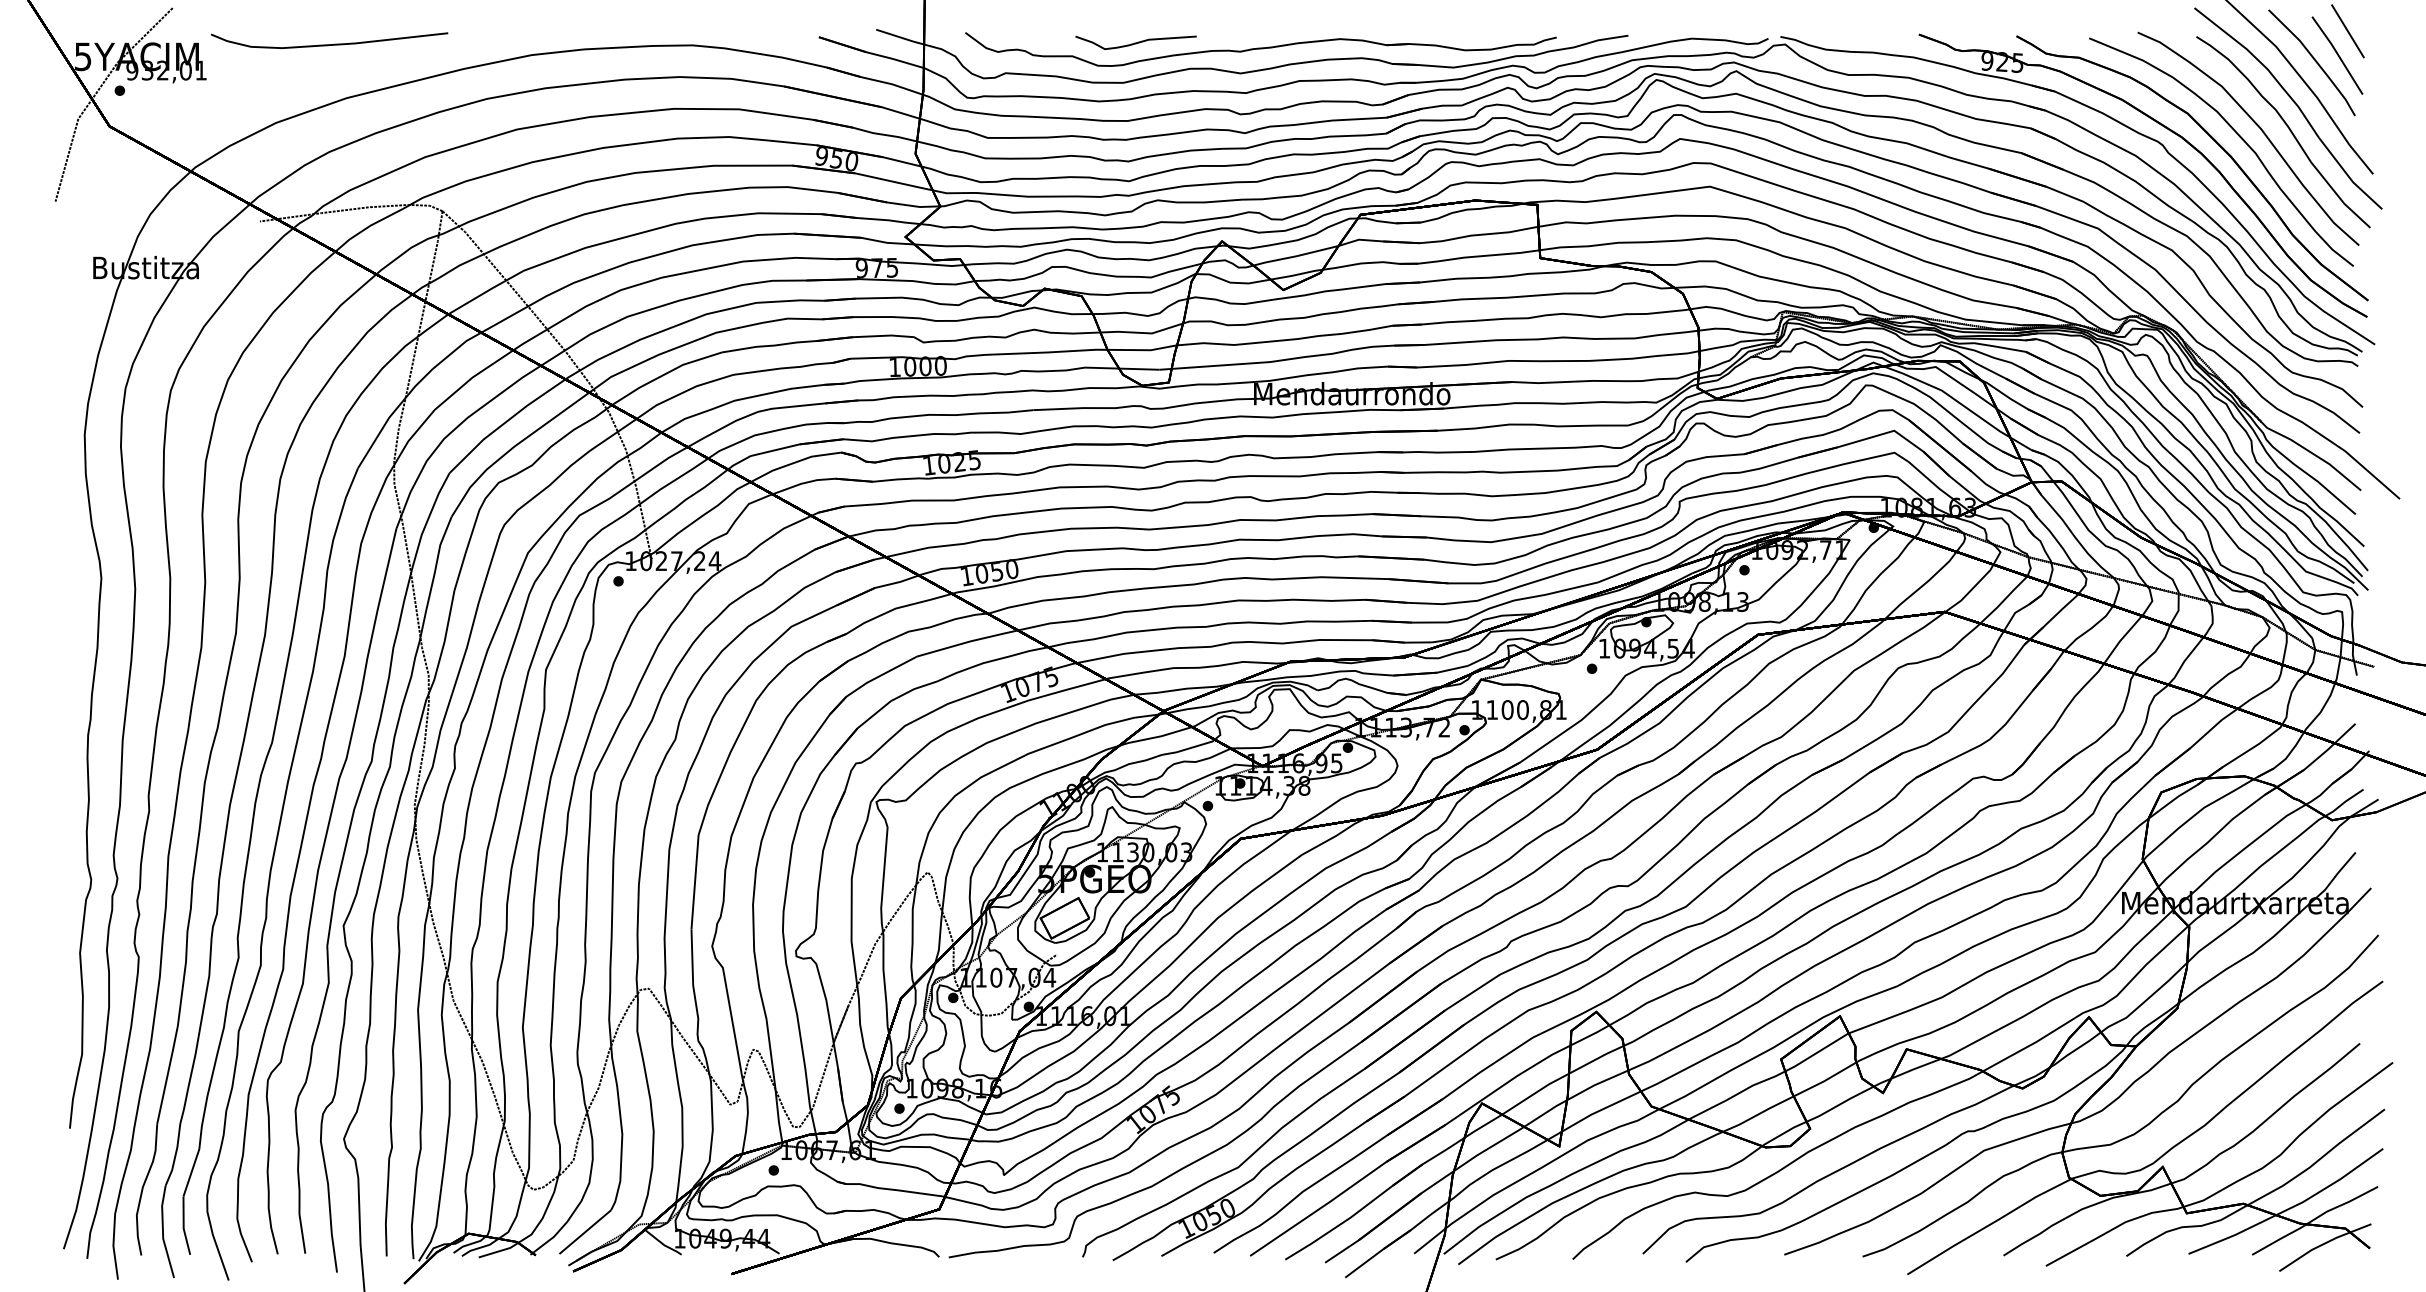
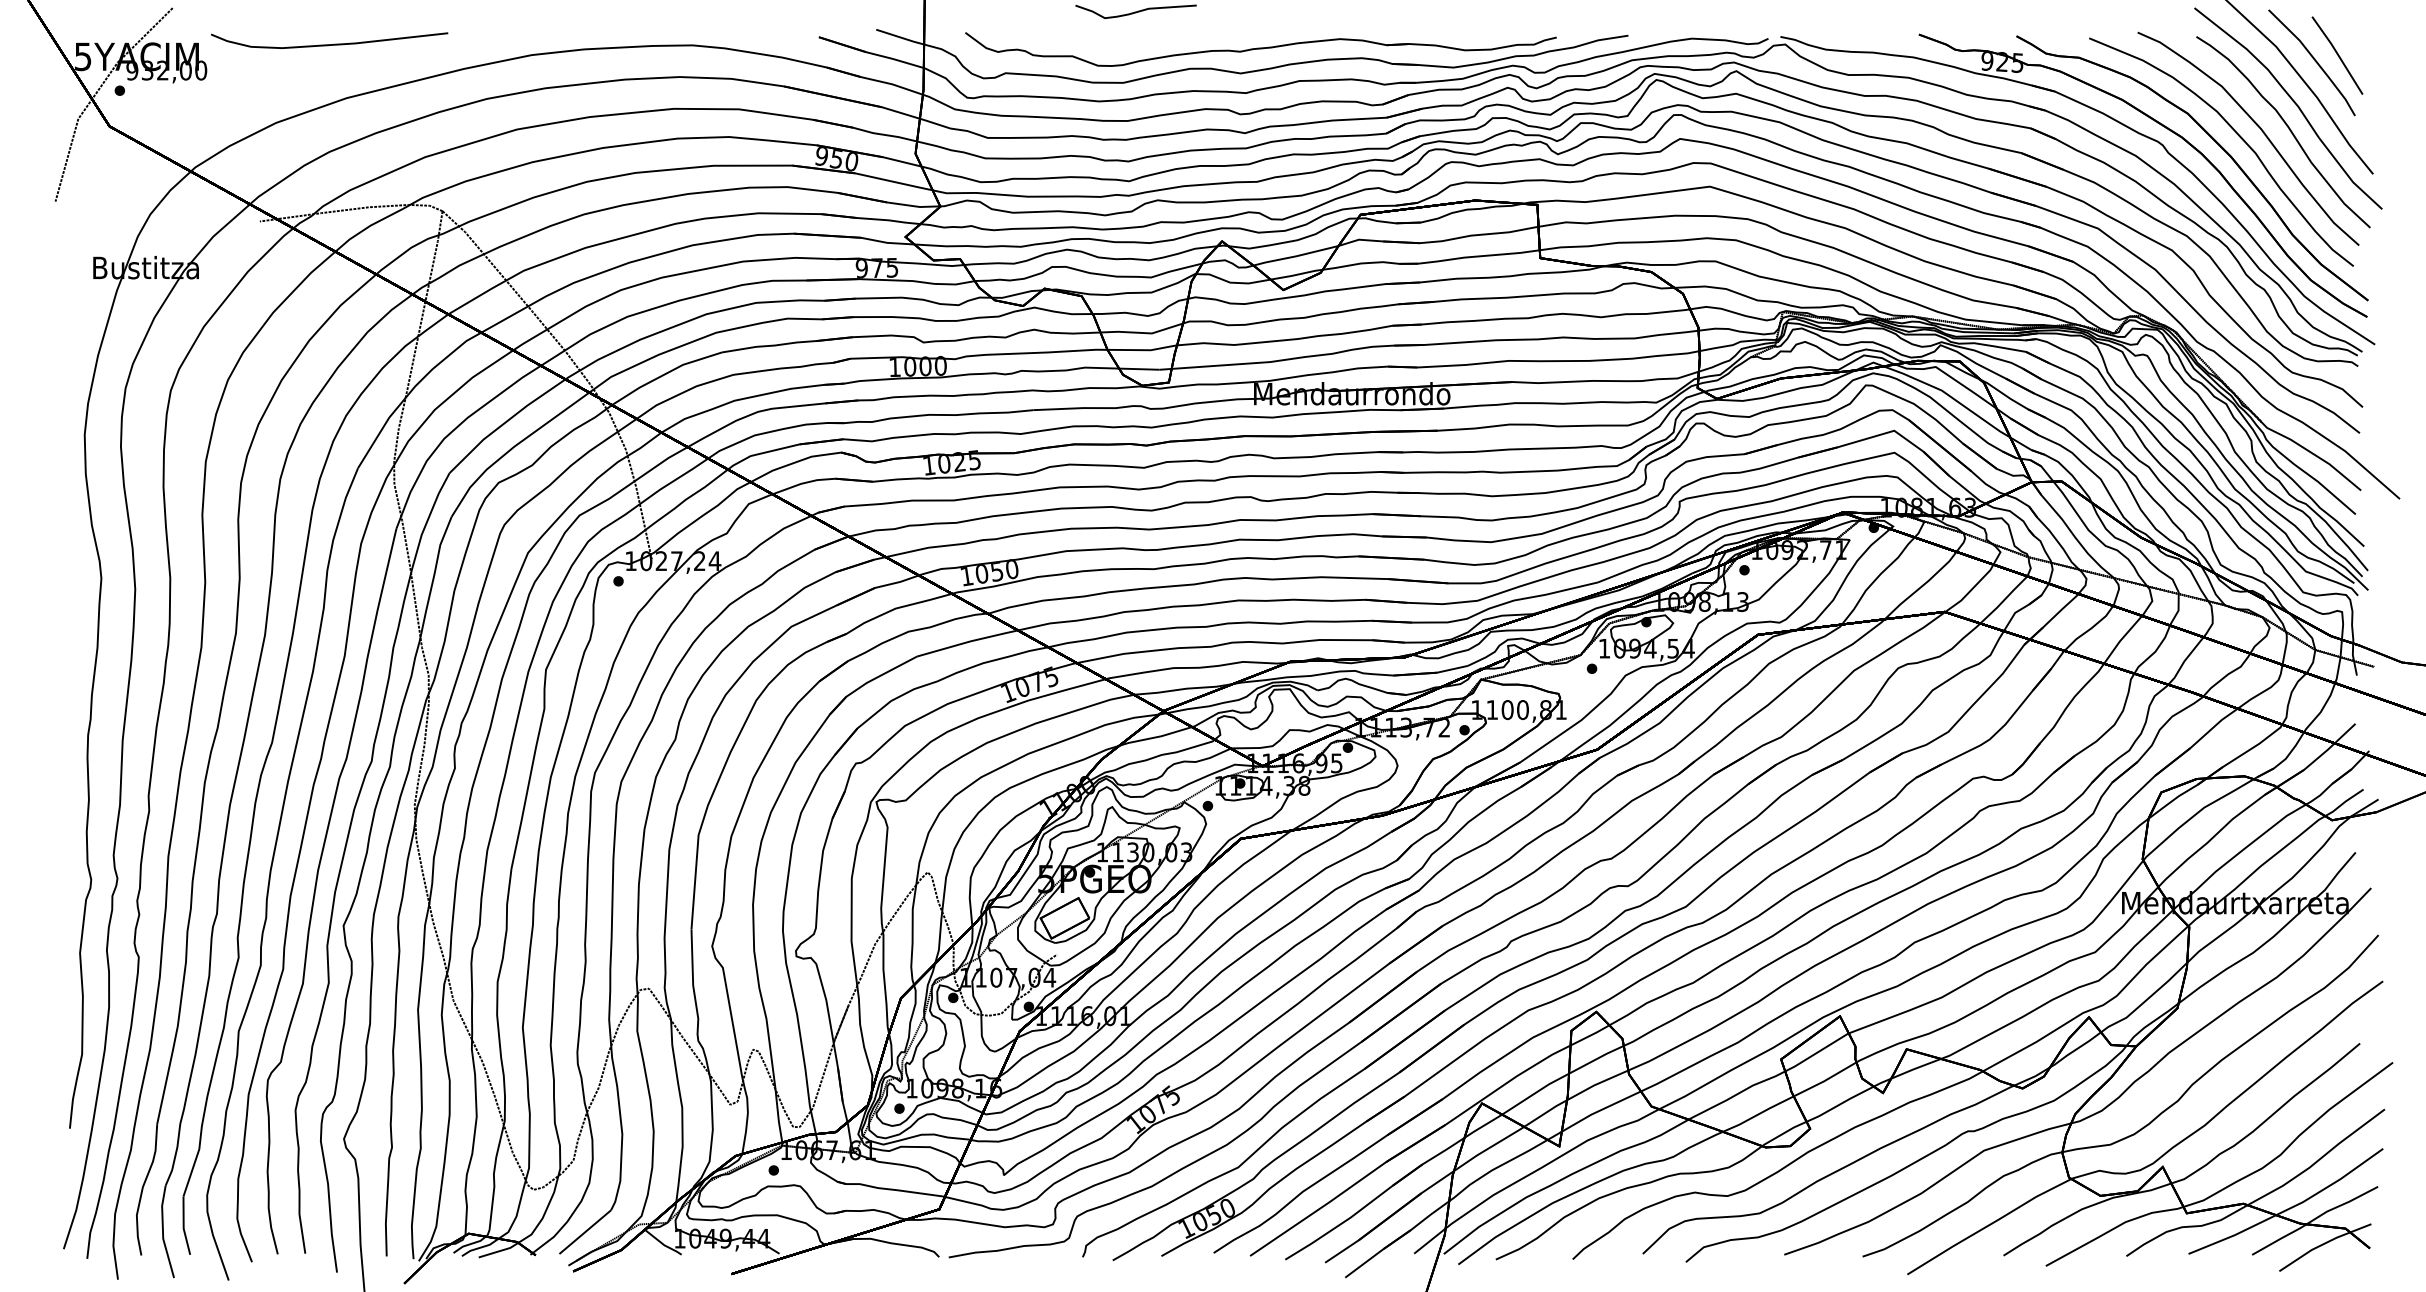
line at (2347, 31): present -> none
curve at (1135, 42) position: (1135, 42) -> (1135, 11)
text at (201, 70): 932,01 -> 932,00
